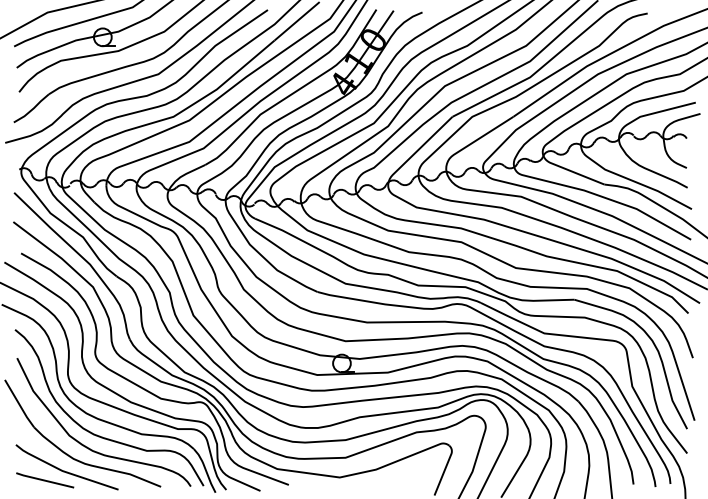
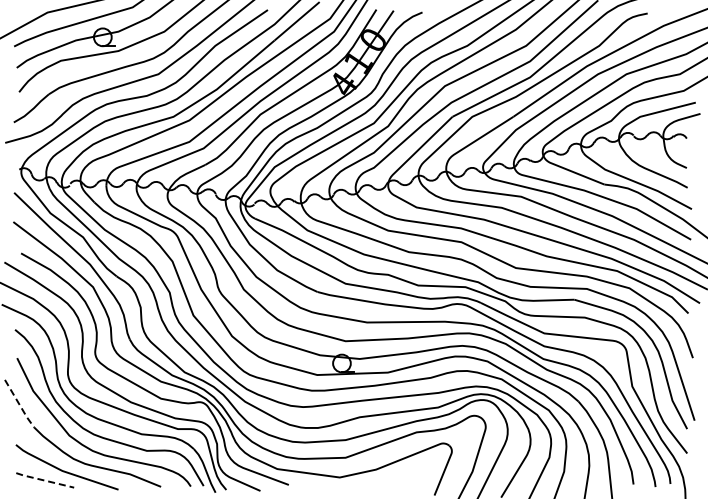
line at (19, 404): solid -> dashed
line at (44, 480): solid -> dashed
